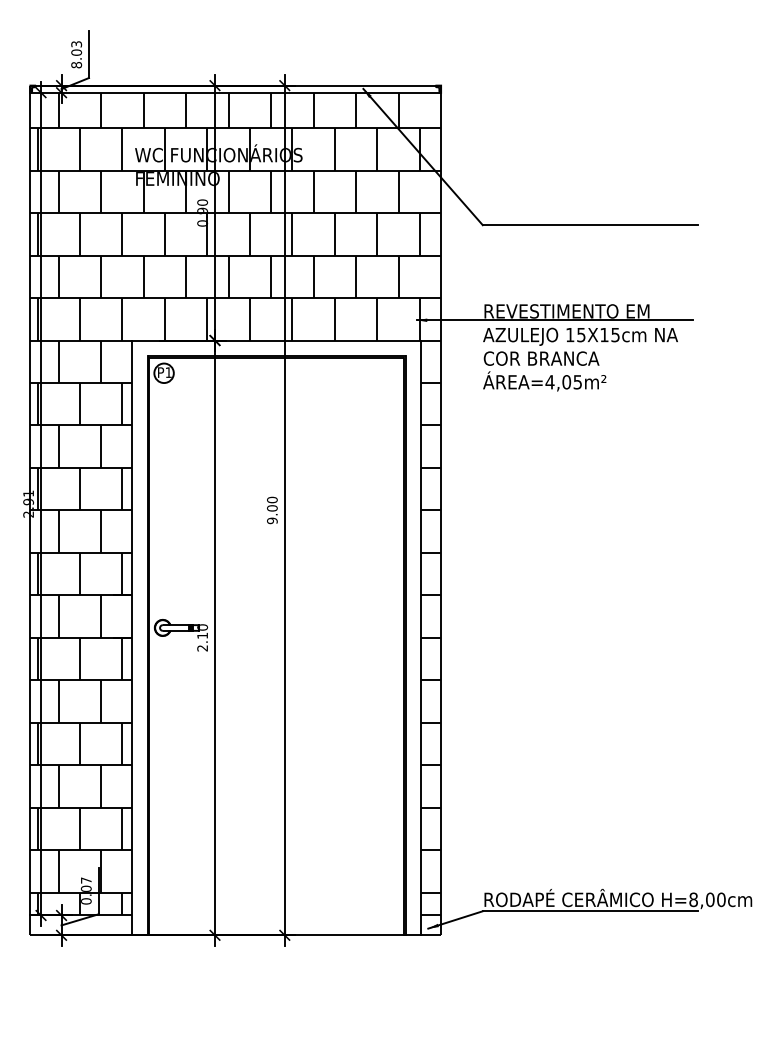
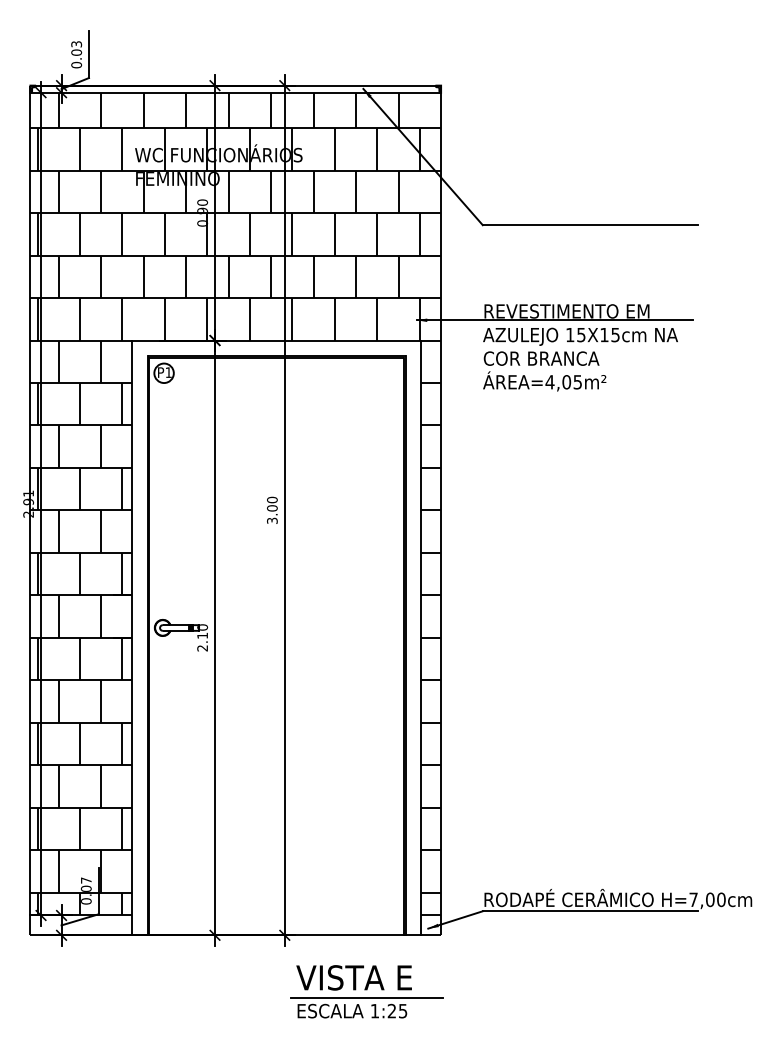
text at (76, 64): 8.03 -> 0.03
text at (272, 520): 9.00 -> 3.00
text at (693, 899): H=8,00cm -> H=7,00cm
part at (366, 991): none -> present
